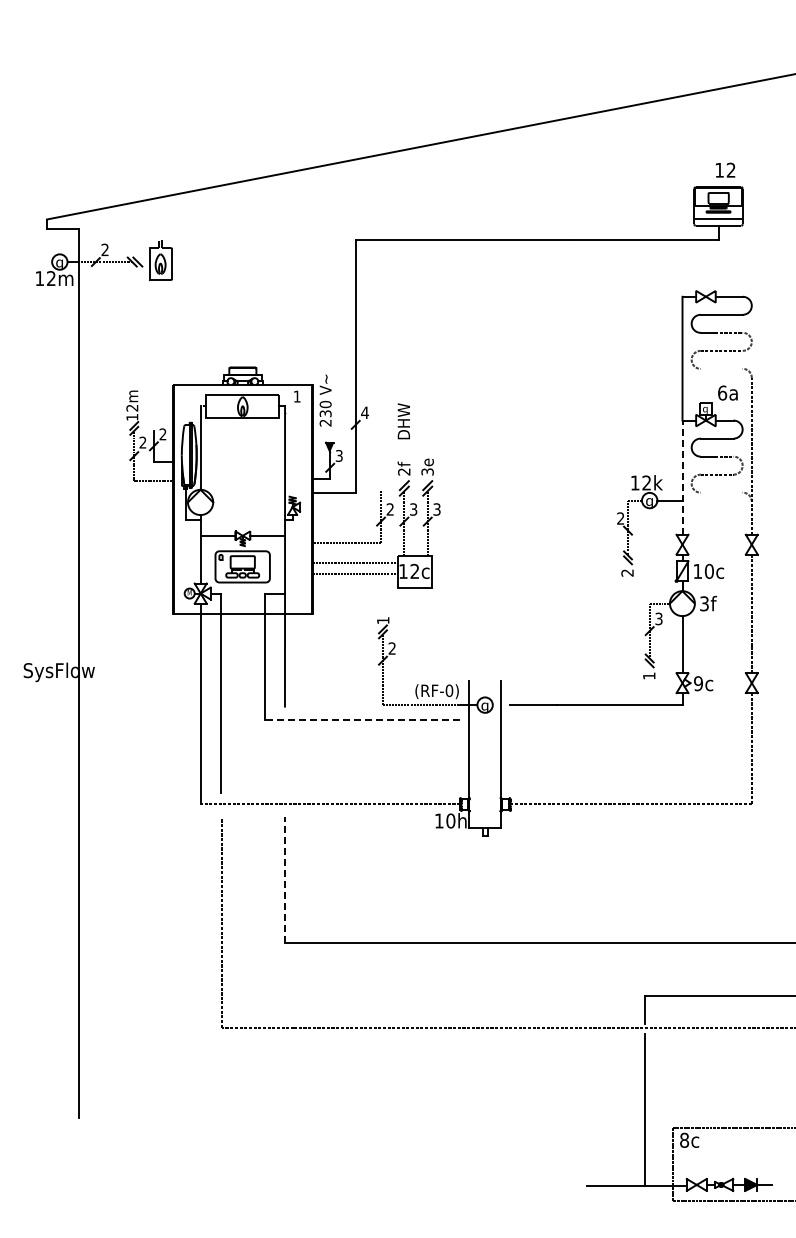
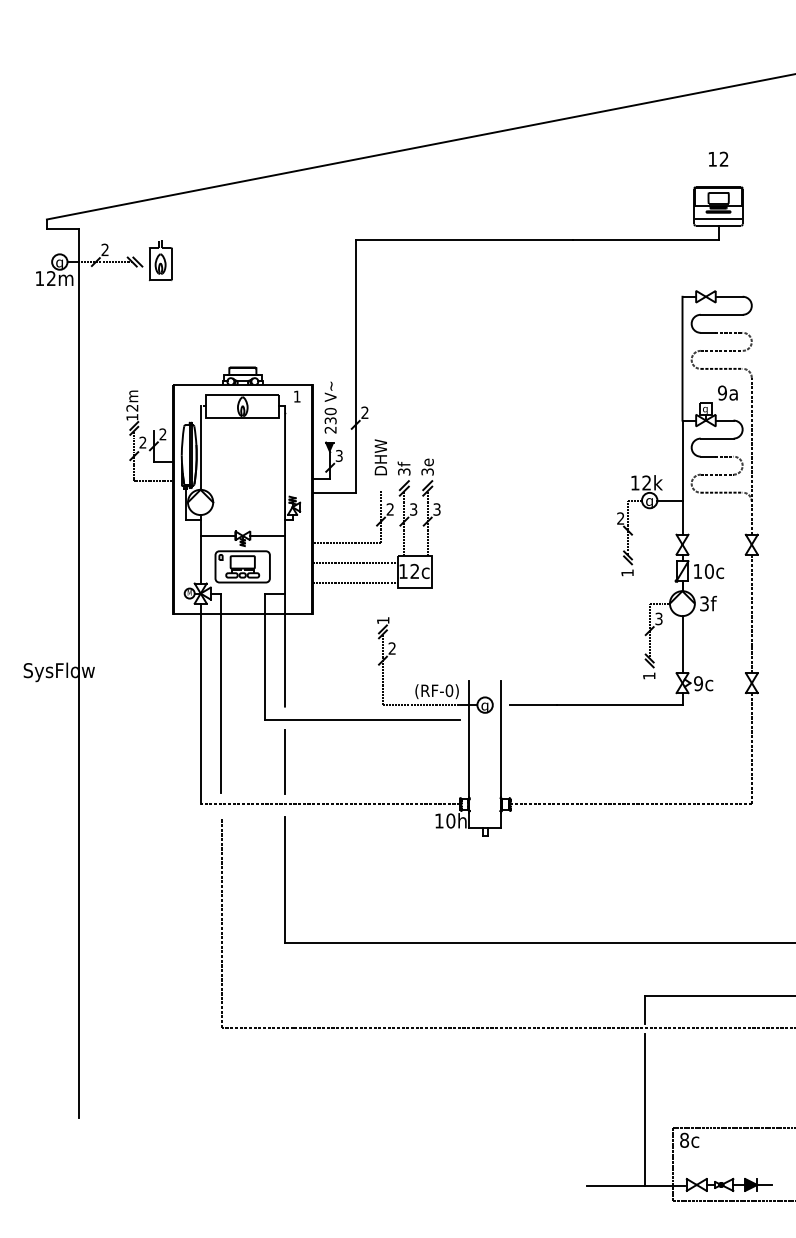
text at (725, 169) position: (725, 169) -> (718, 158)
line at (721, 368): none -> present
text at (722, 392): 6a -> 9a
text at (325, 400) position: (325, 400) -> (330, 407)
text at (364, 412): 4 -> 2
text at (403, 421) position: (403, 421) -> (380, 457)
text at (404, 471): 2f -> 3f
line at (682, 477): dashed -> solid
line at (721, 492): none -> present
text at (627, 572): 2 -> 1
line at (354, 573) position: (354, 573) -> (354, 582)
line at (362, 720): dashed -> solid
line at (284, 761): none -> present
line at (284, 880): dashed -> solid
